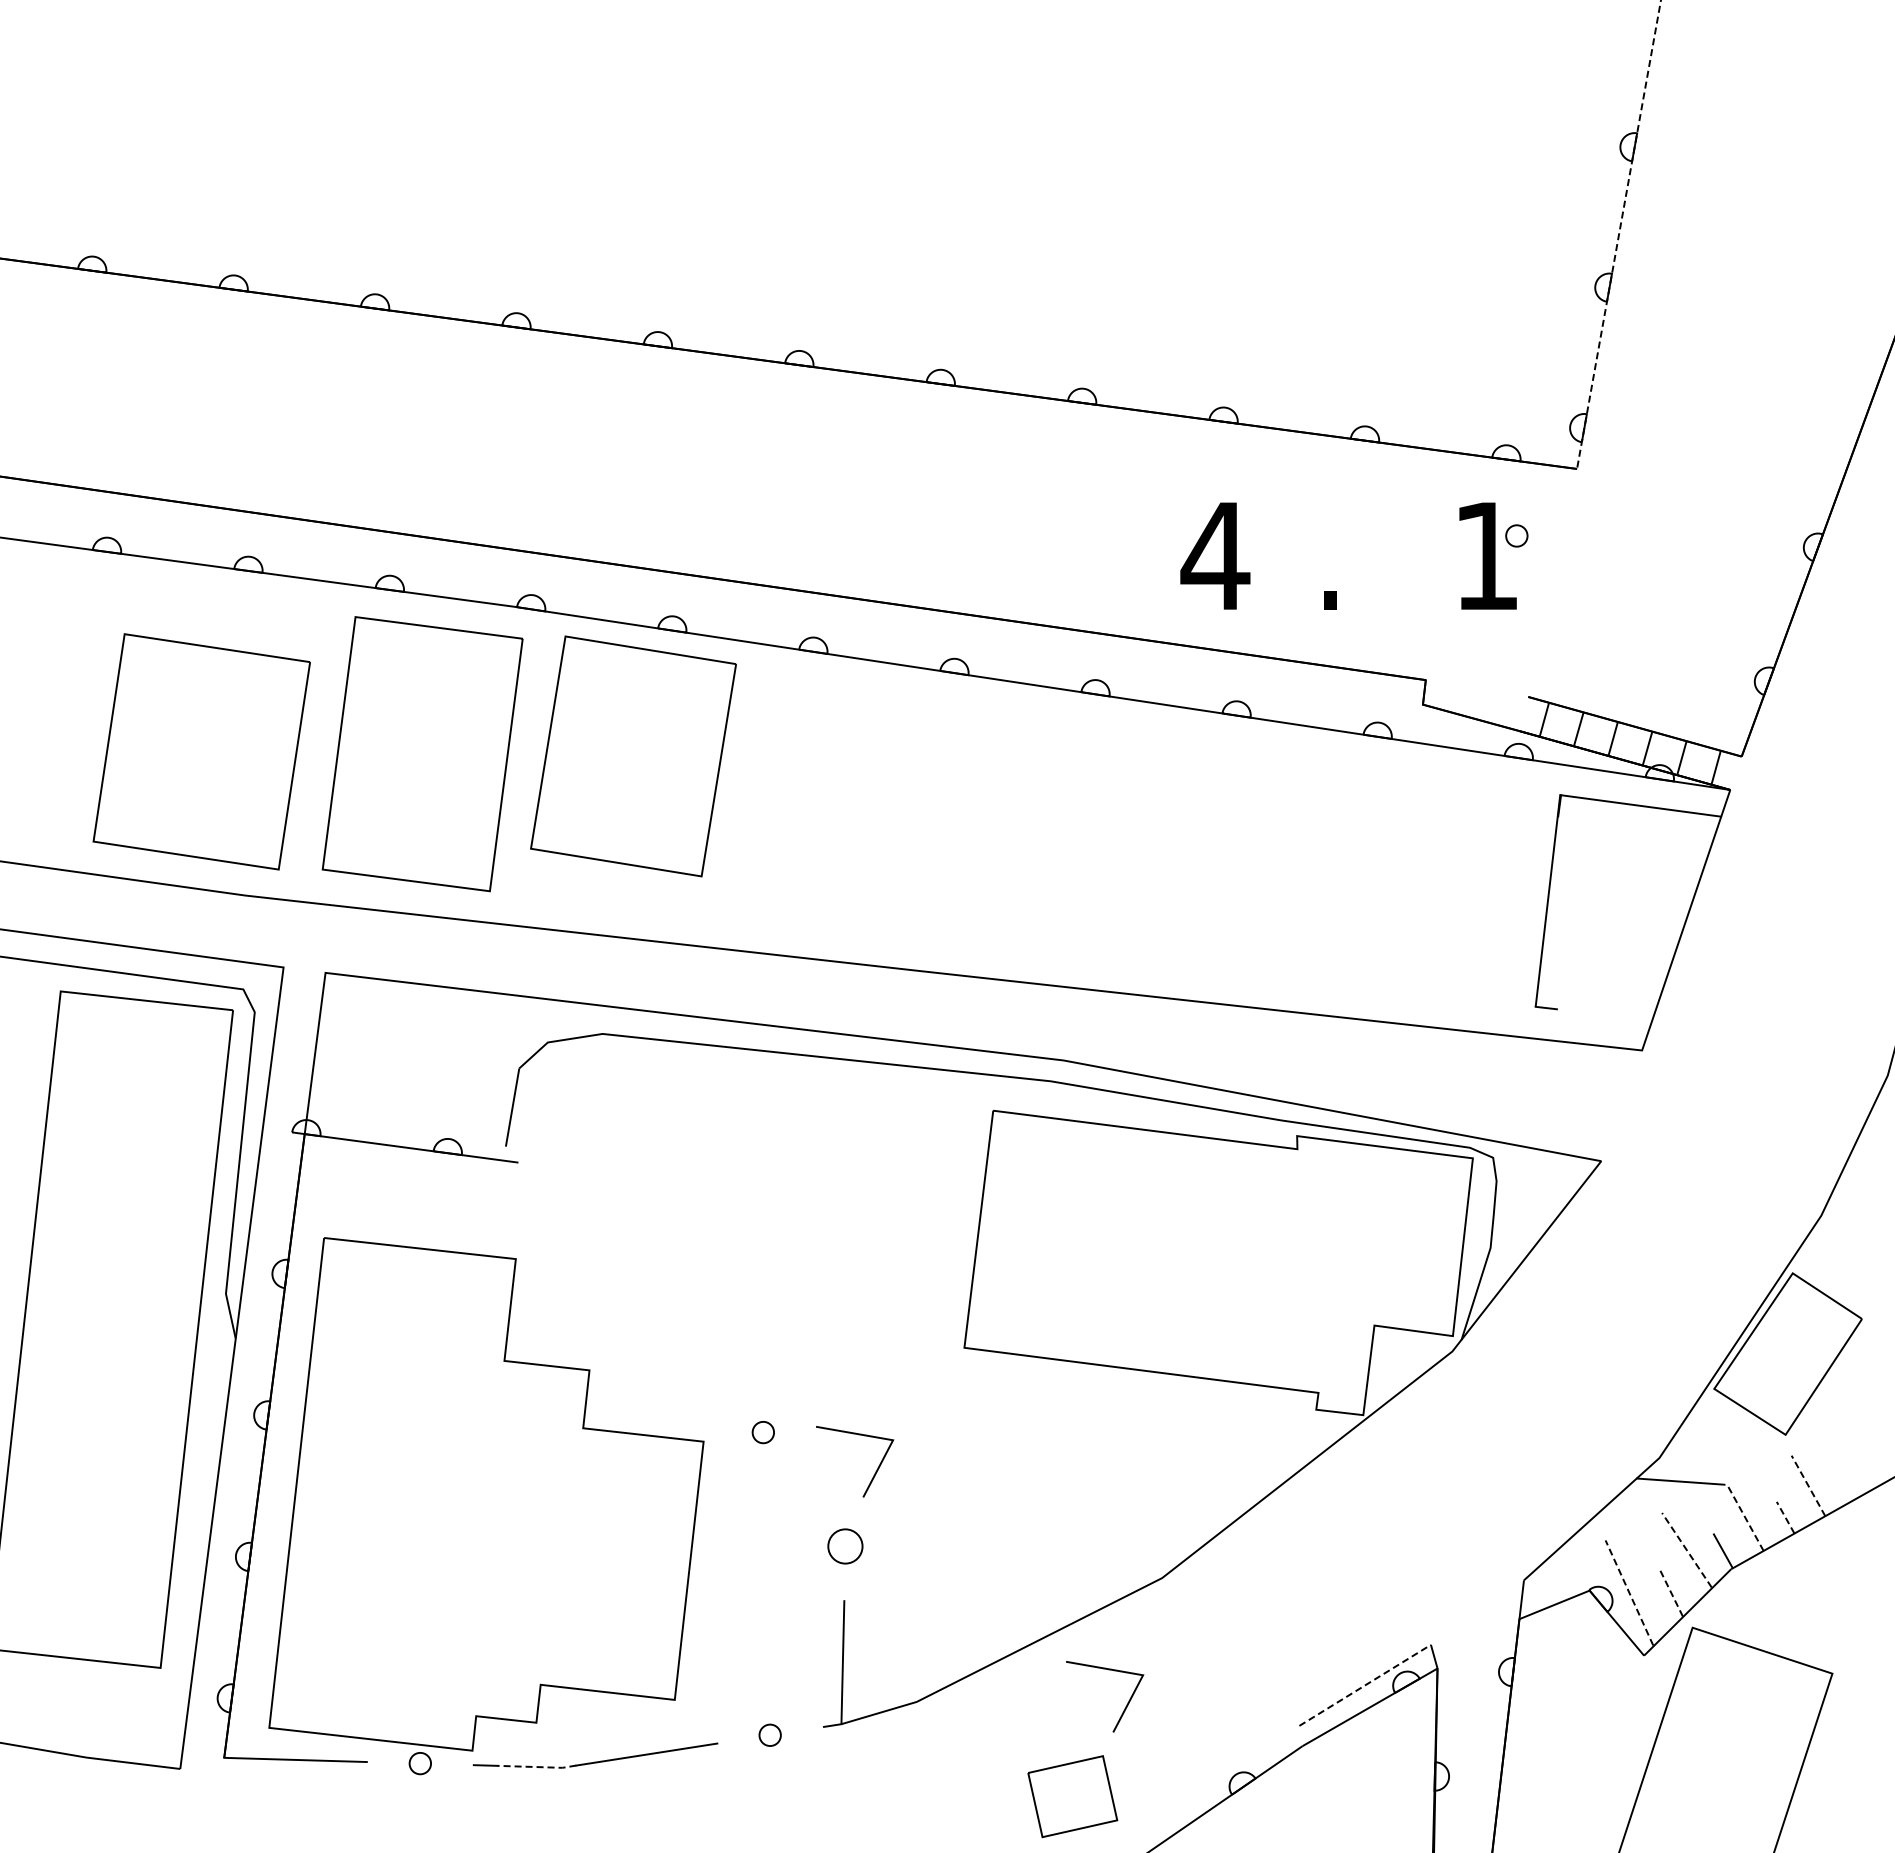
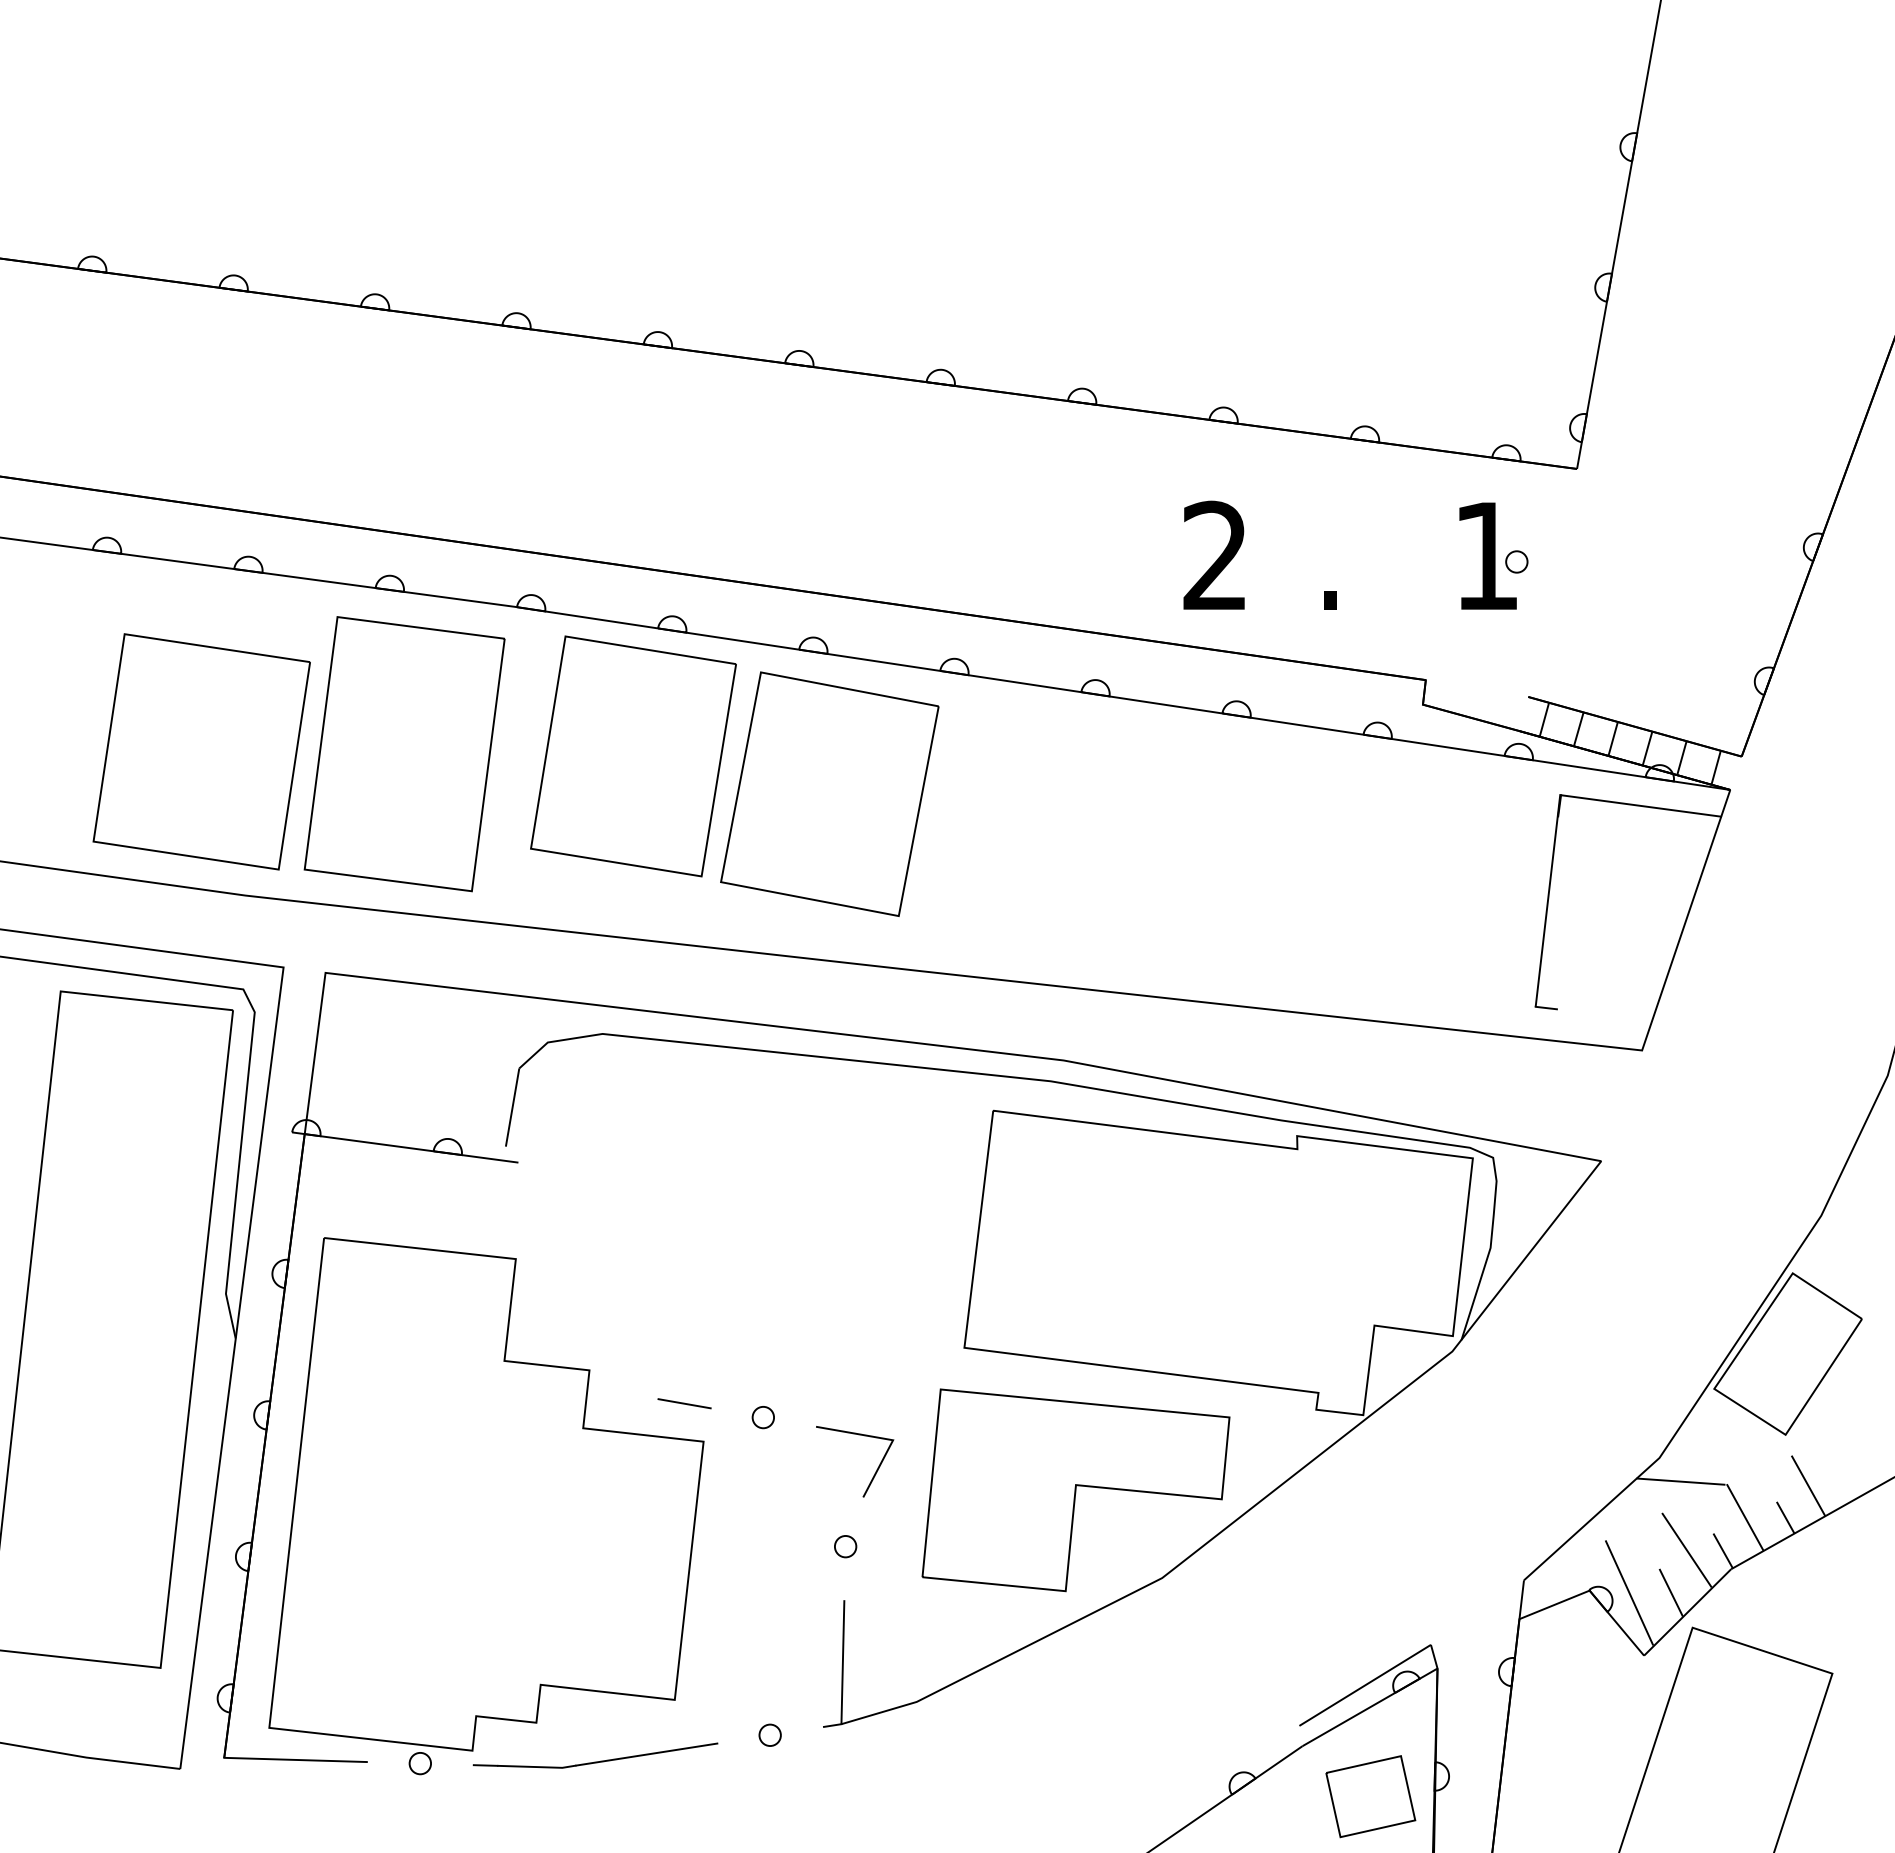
line at (1618, 234): dashed -> solid
circle at (1516, 535) position: (1516, 535) -> (1516, 561)
text at (1215, 554): 4 -> 2
part at (422, 754) position: (422, 754) -> (404, 754)
part at (829, 793): none -> present
line at (684, 1403): none -> present
circle at (762, 1432) position: (762, 1432) -> (762, 1417)
line at (1808, 1485): dashed -> solid
part at (1075, 1490): none -> present
line at (1745, 1517): dashed -> solid
line at (1785, 1517): dashed -> solid
circle at (845, 1546) size: 37x37 px -> 24x24 px
line at (1686, 1550): dashed -> solid
line at (1629, 1592): dashed -> solid
line at (1671, 1592): dashed -> solid
line at (1365, 1685): dashed -> solid
line at (1125, 1706): present -> none
line at (537, 1767): dashed -> solid
part at (1072, 1796) position: (1072, 1796) -> (1370, 1796)
